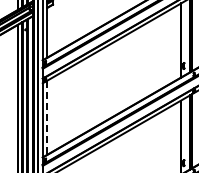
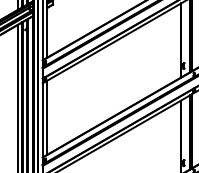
line at (47, 118): dashed -> solid
